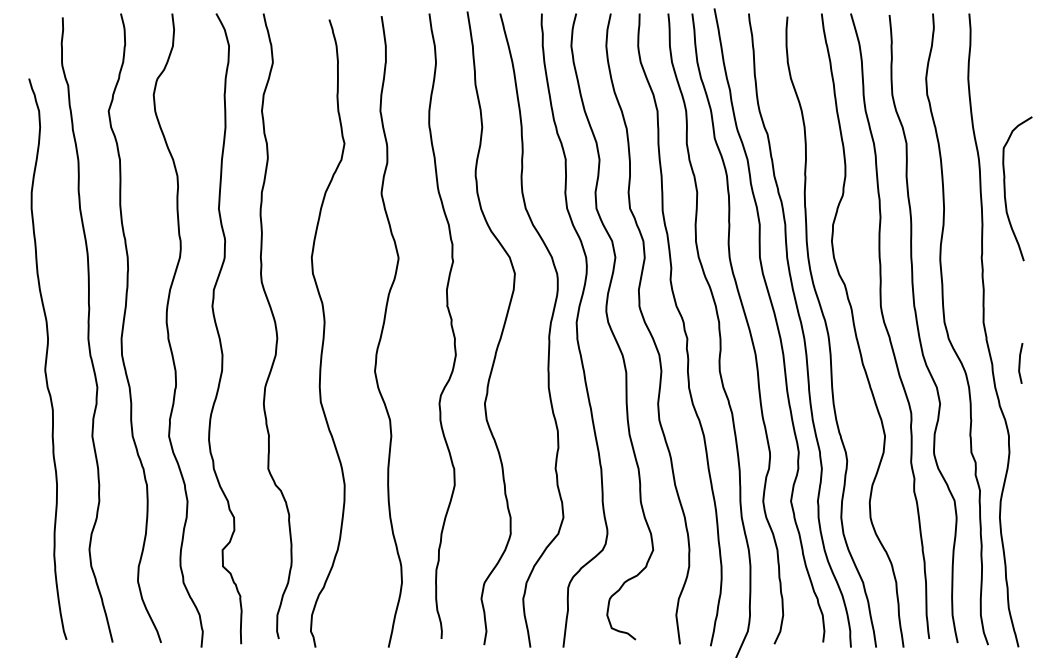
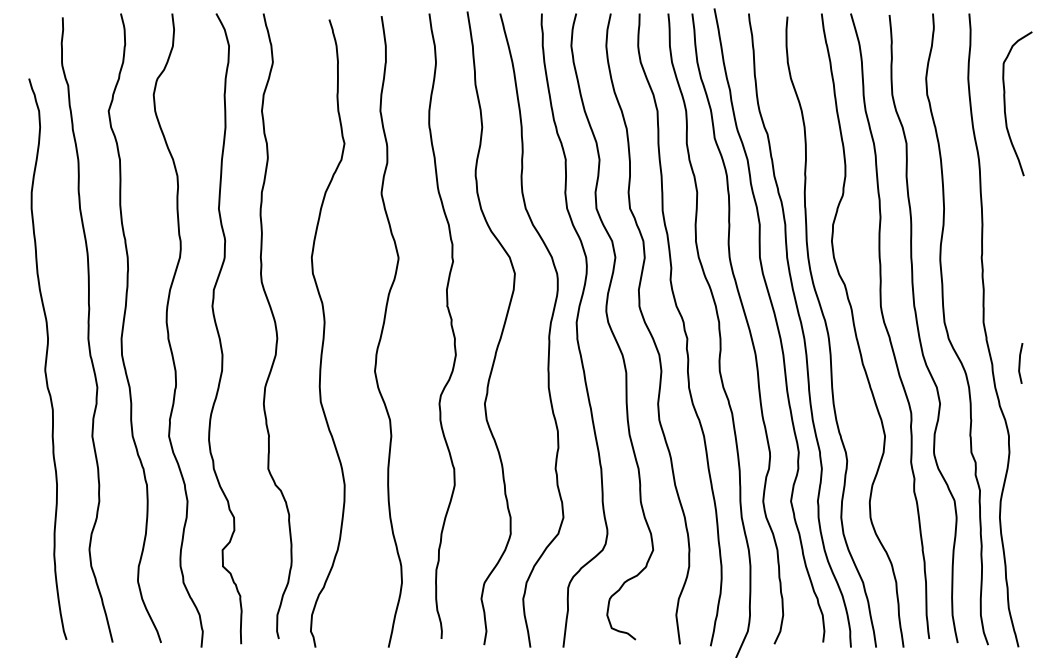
curve at (1005, 188) position: (1005, 188) -> (1005, 103)
